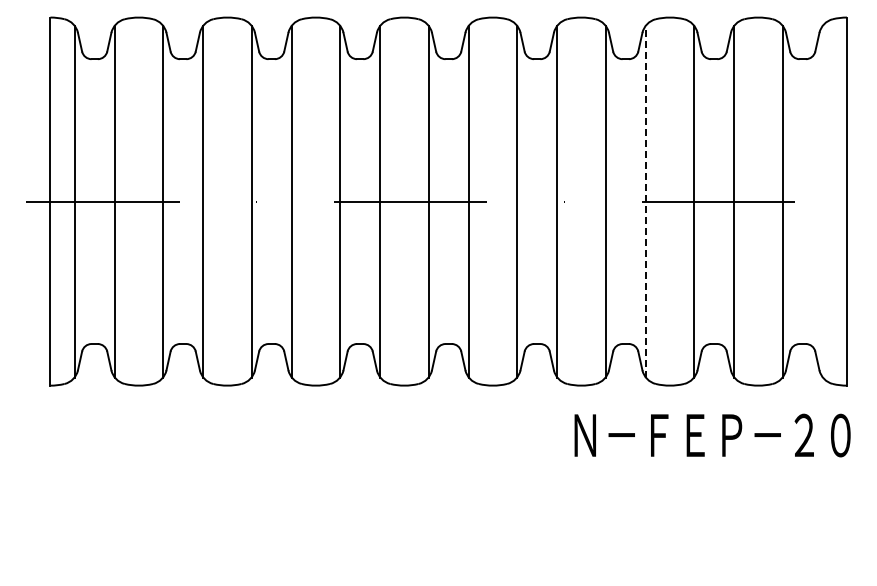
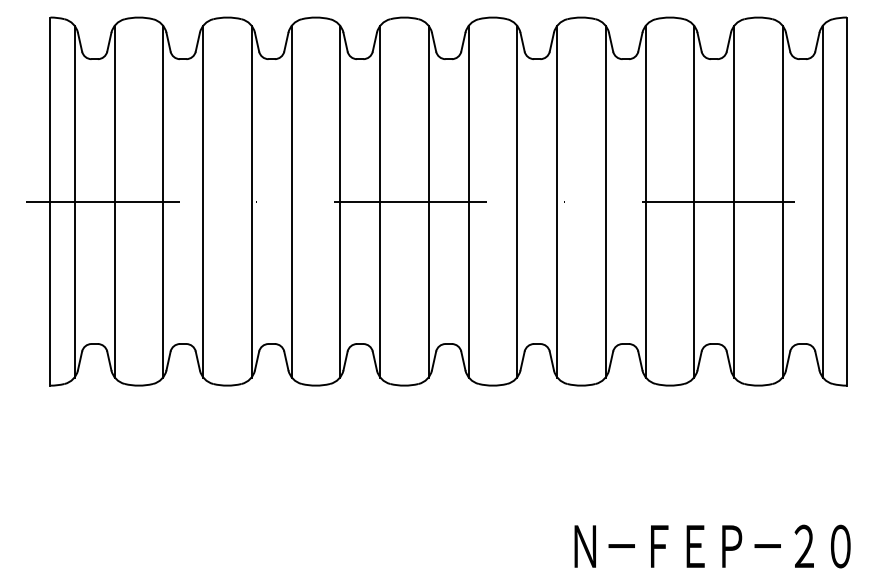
line at (645, 201): dashed -> solid
line at (822, 201): none -> present
text at (712, 435) position: (712, 435) -> (712, 546)
